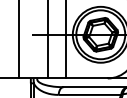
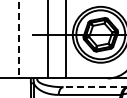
line at (18, 39): solid -> dashed
line at (94, 87): solid -> dashed
